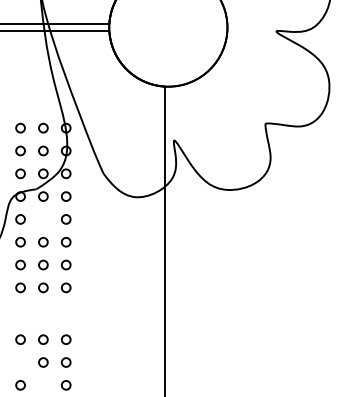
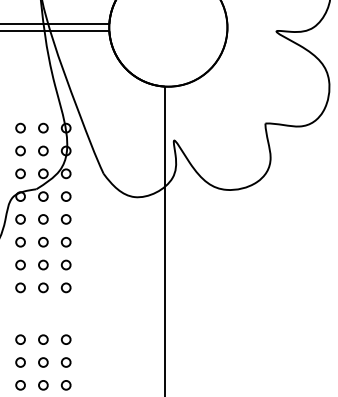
circle at (43, 219): none -> present
circle at (20, 362): none -> present
circle at (43, 385): none -> present
